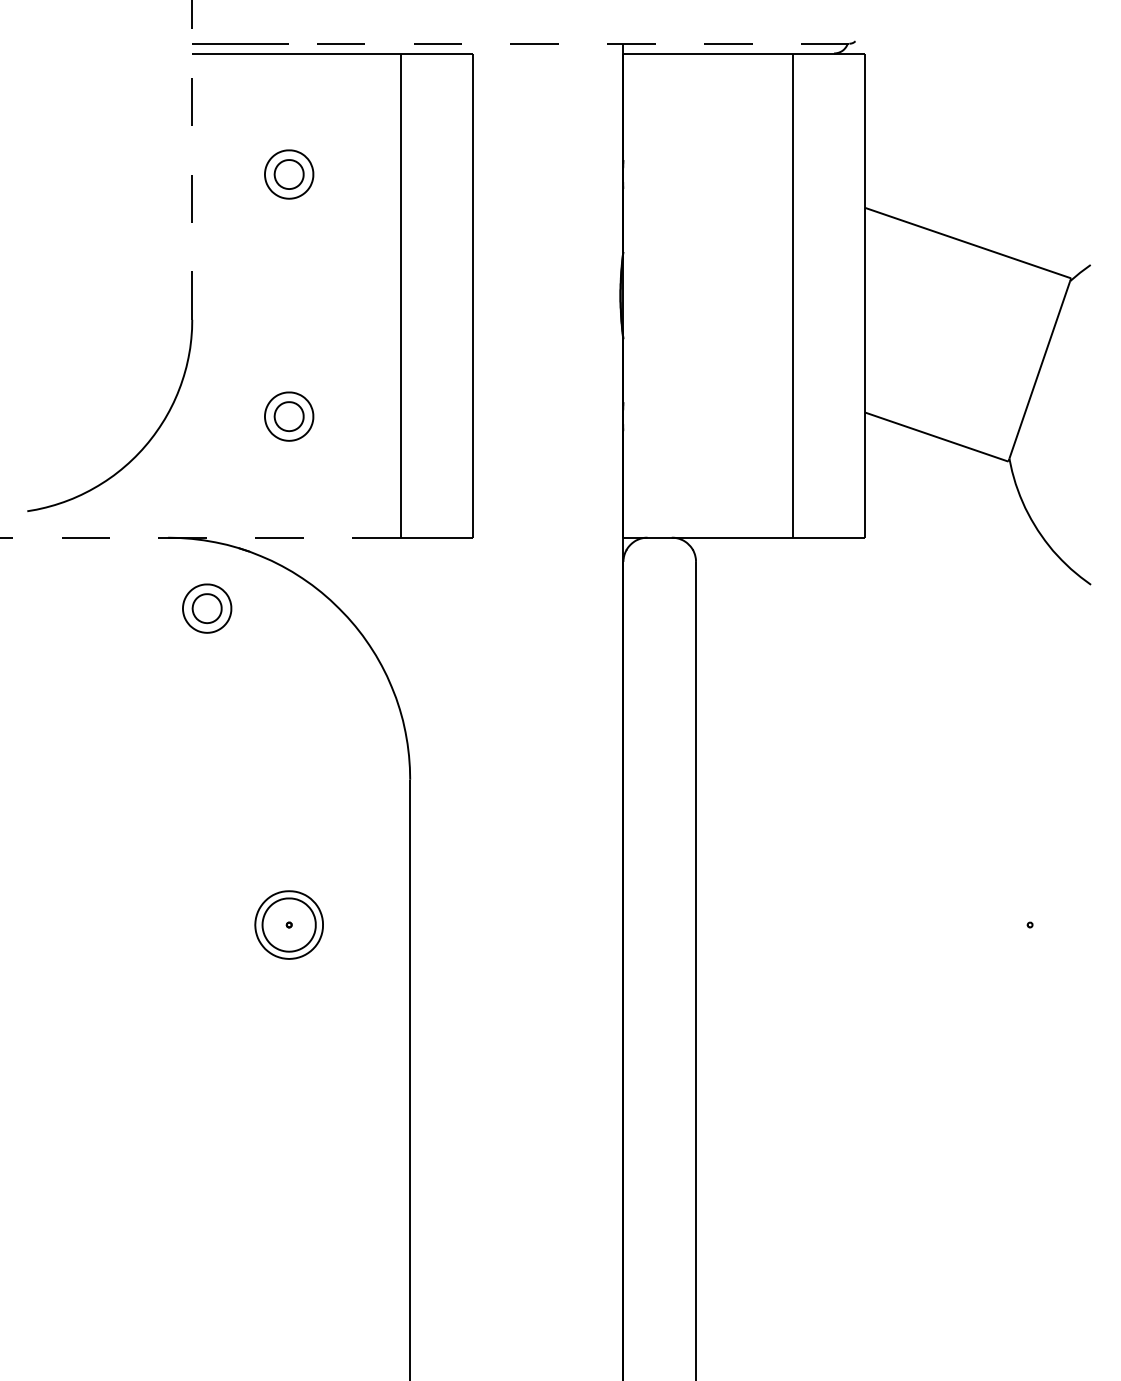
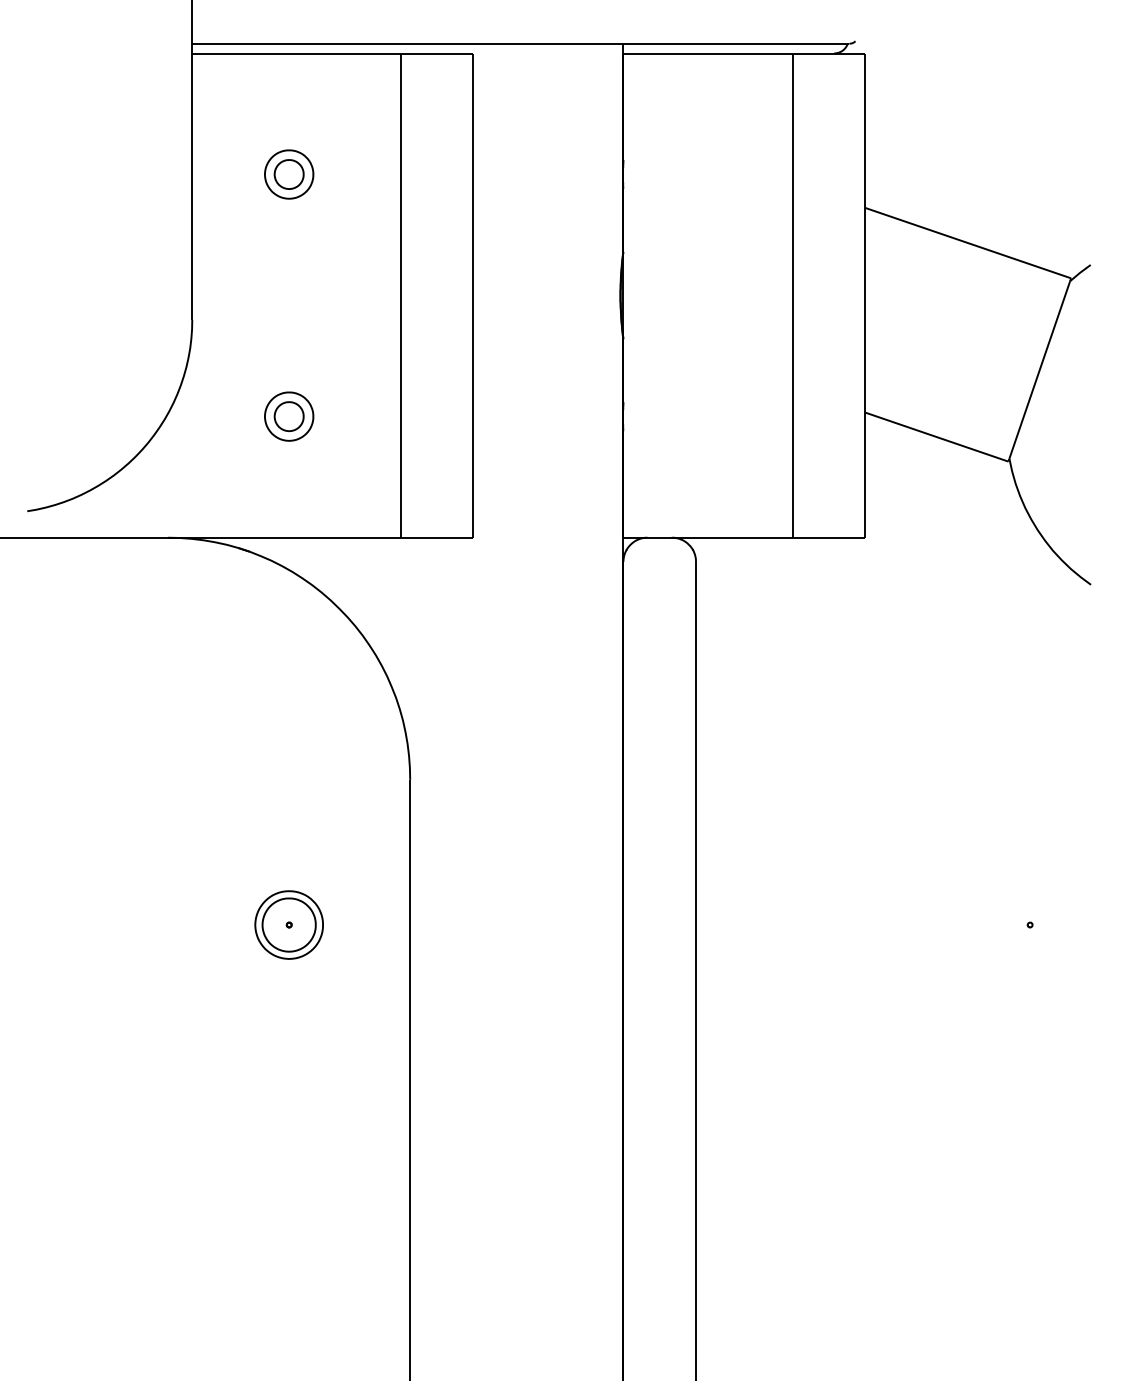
line at (568, 43): dashed -> solid
line at (192, 159): dashed -> solid
line at (200, 537): dashed -> solid
part at (207, 608): present -> none
